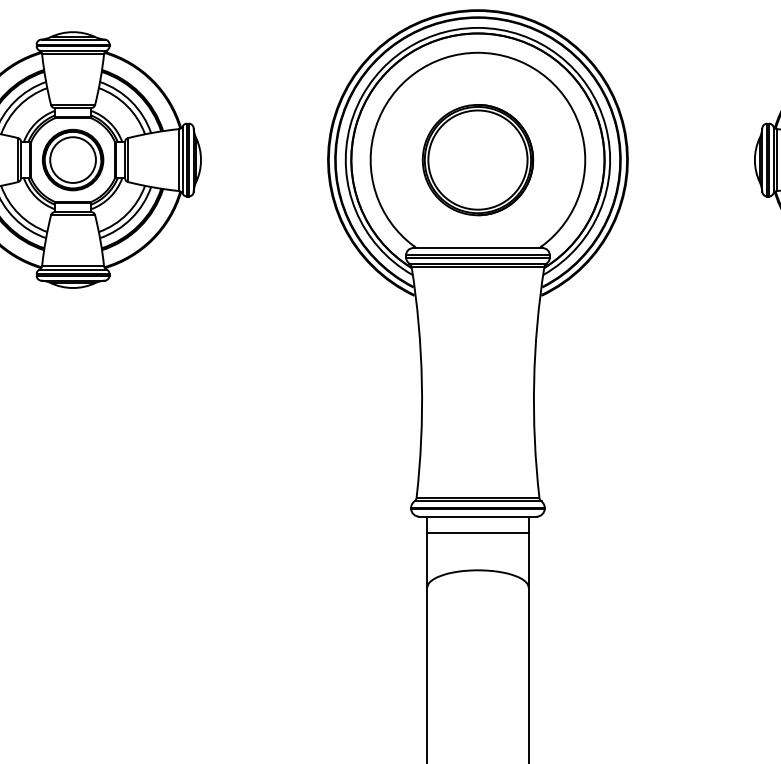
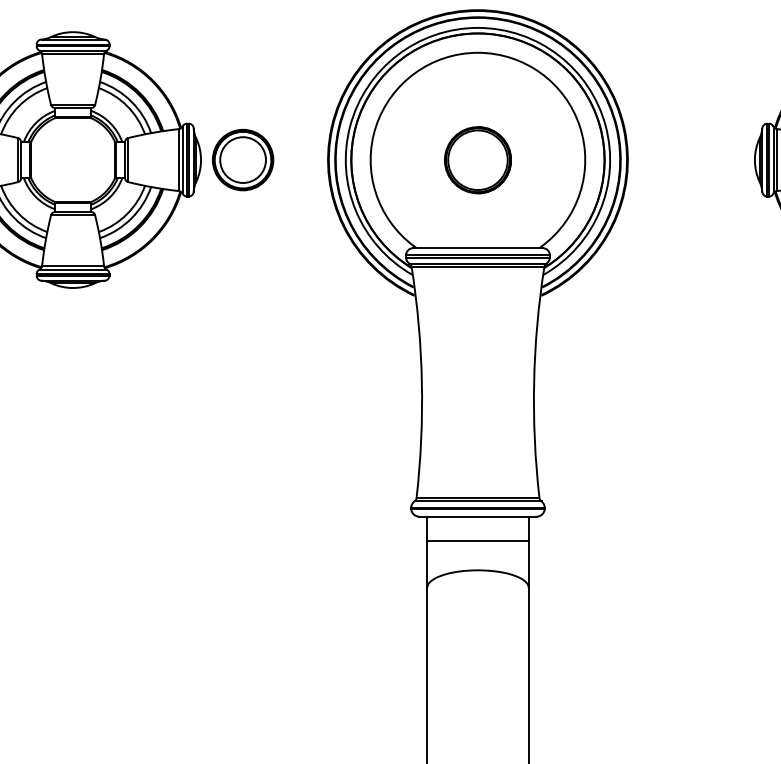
part at (73, 159) position: (73, 159) -> (243, 159)
part at (477, 160) size: 114x113 px -> 68x69 px
line at (477, 532) position: (477, 532) -> (477, 540)
